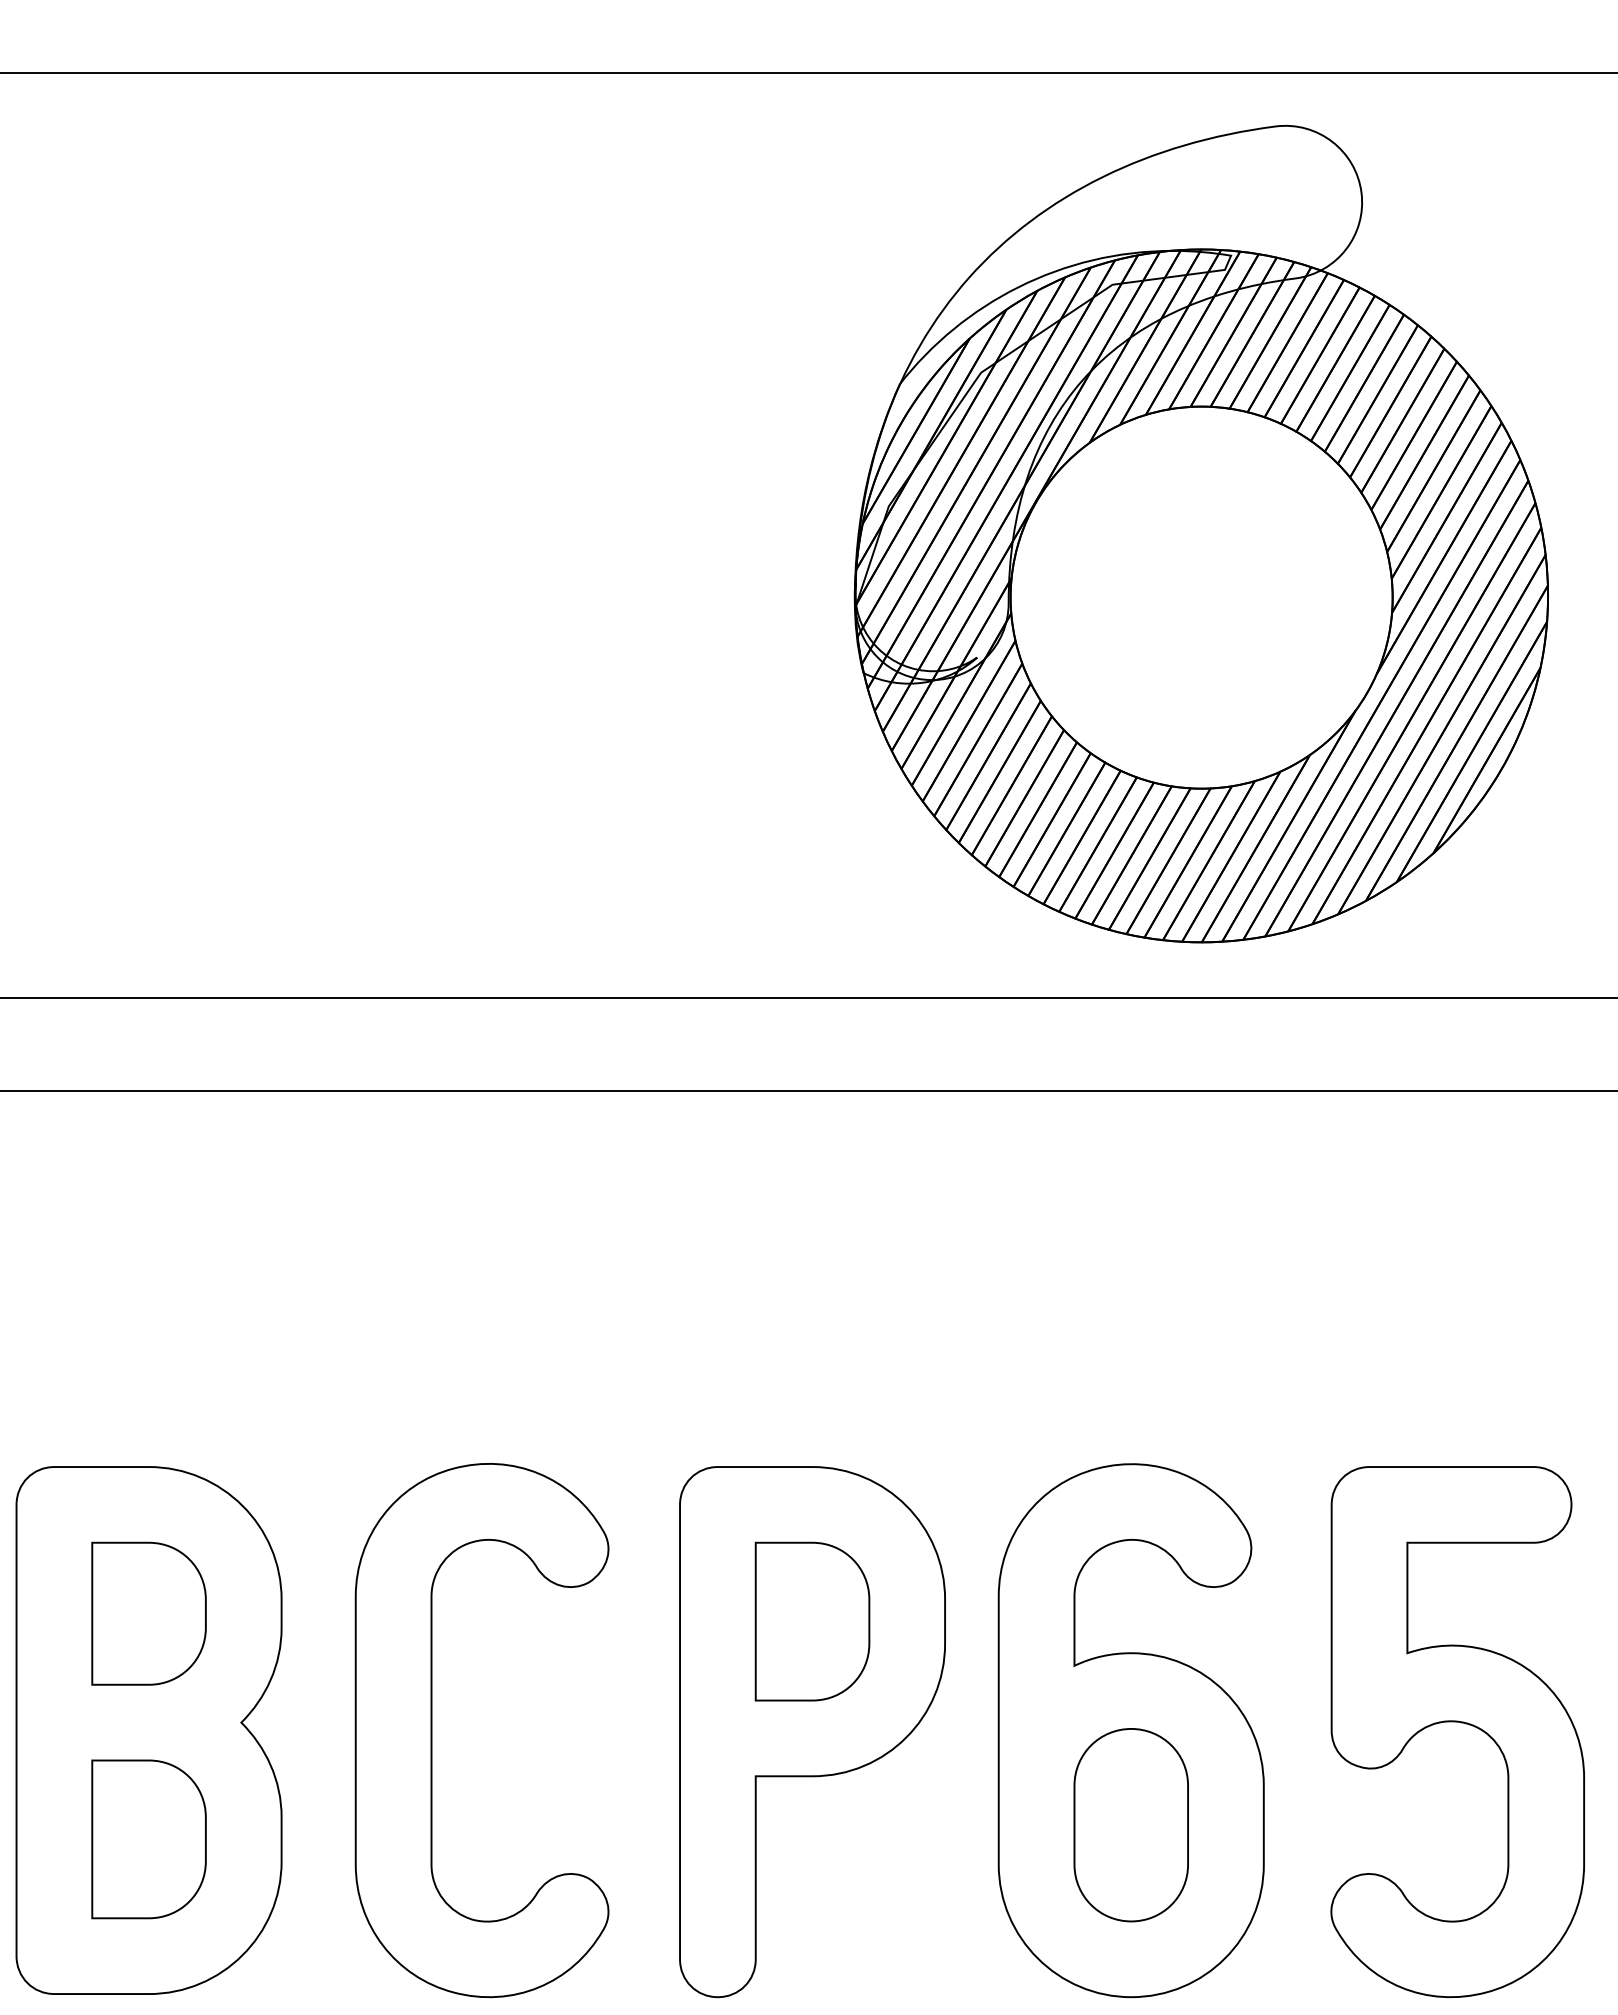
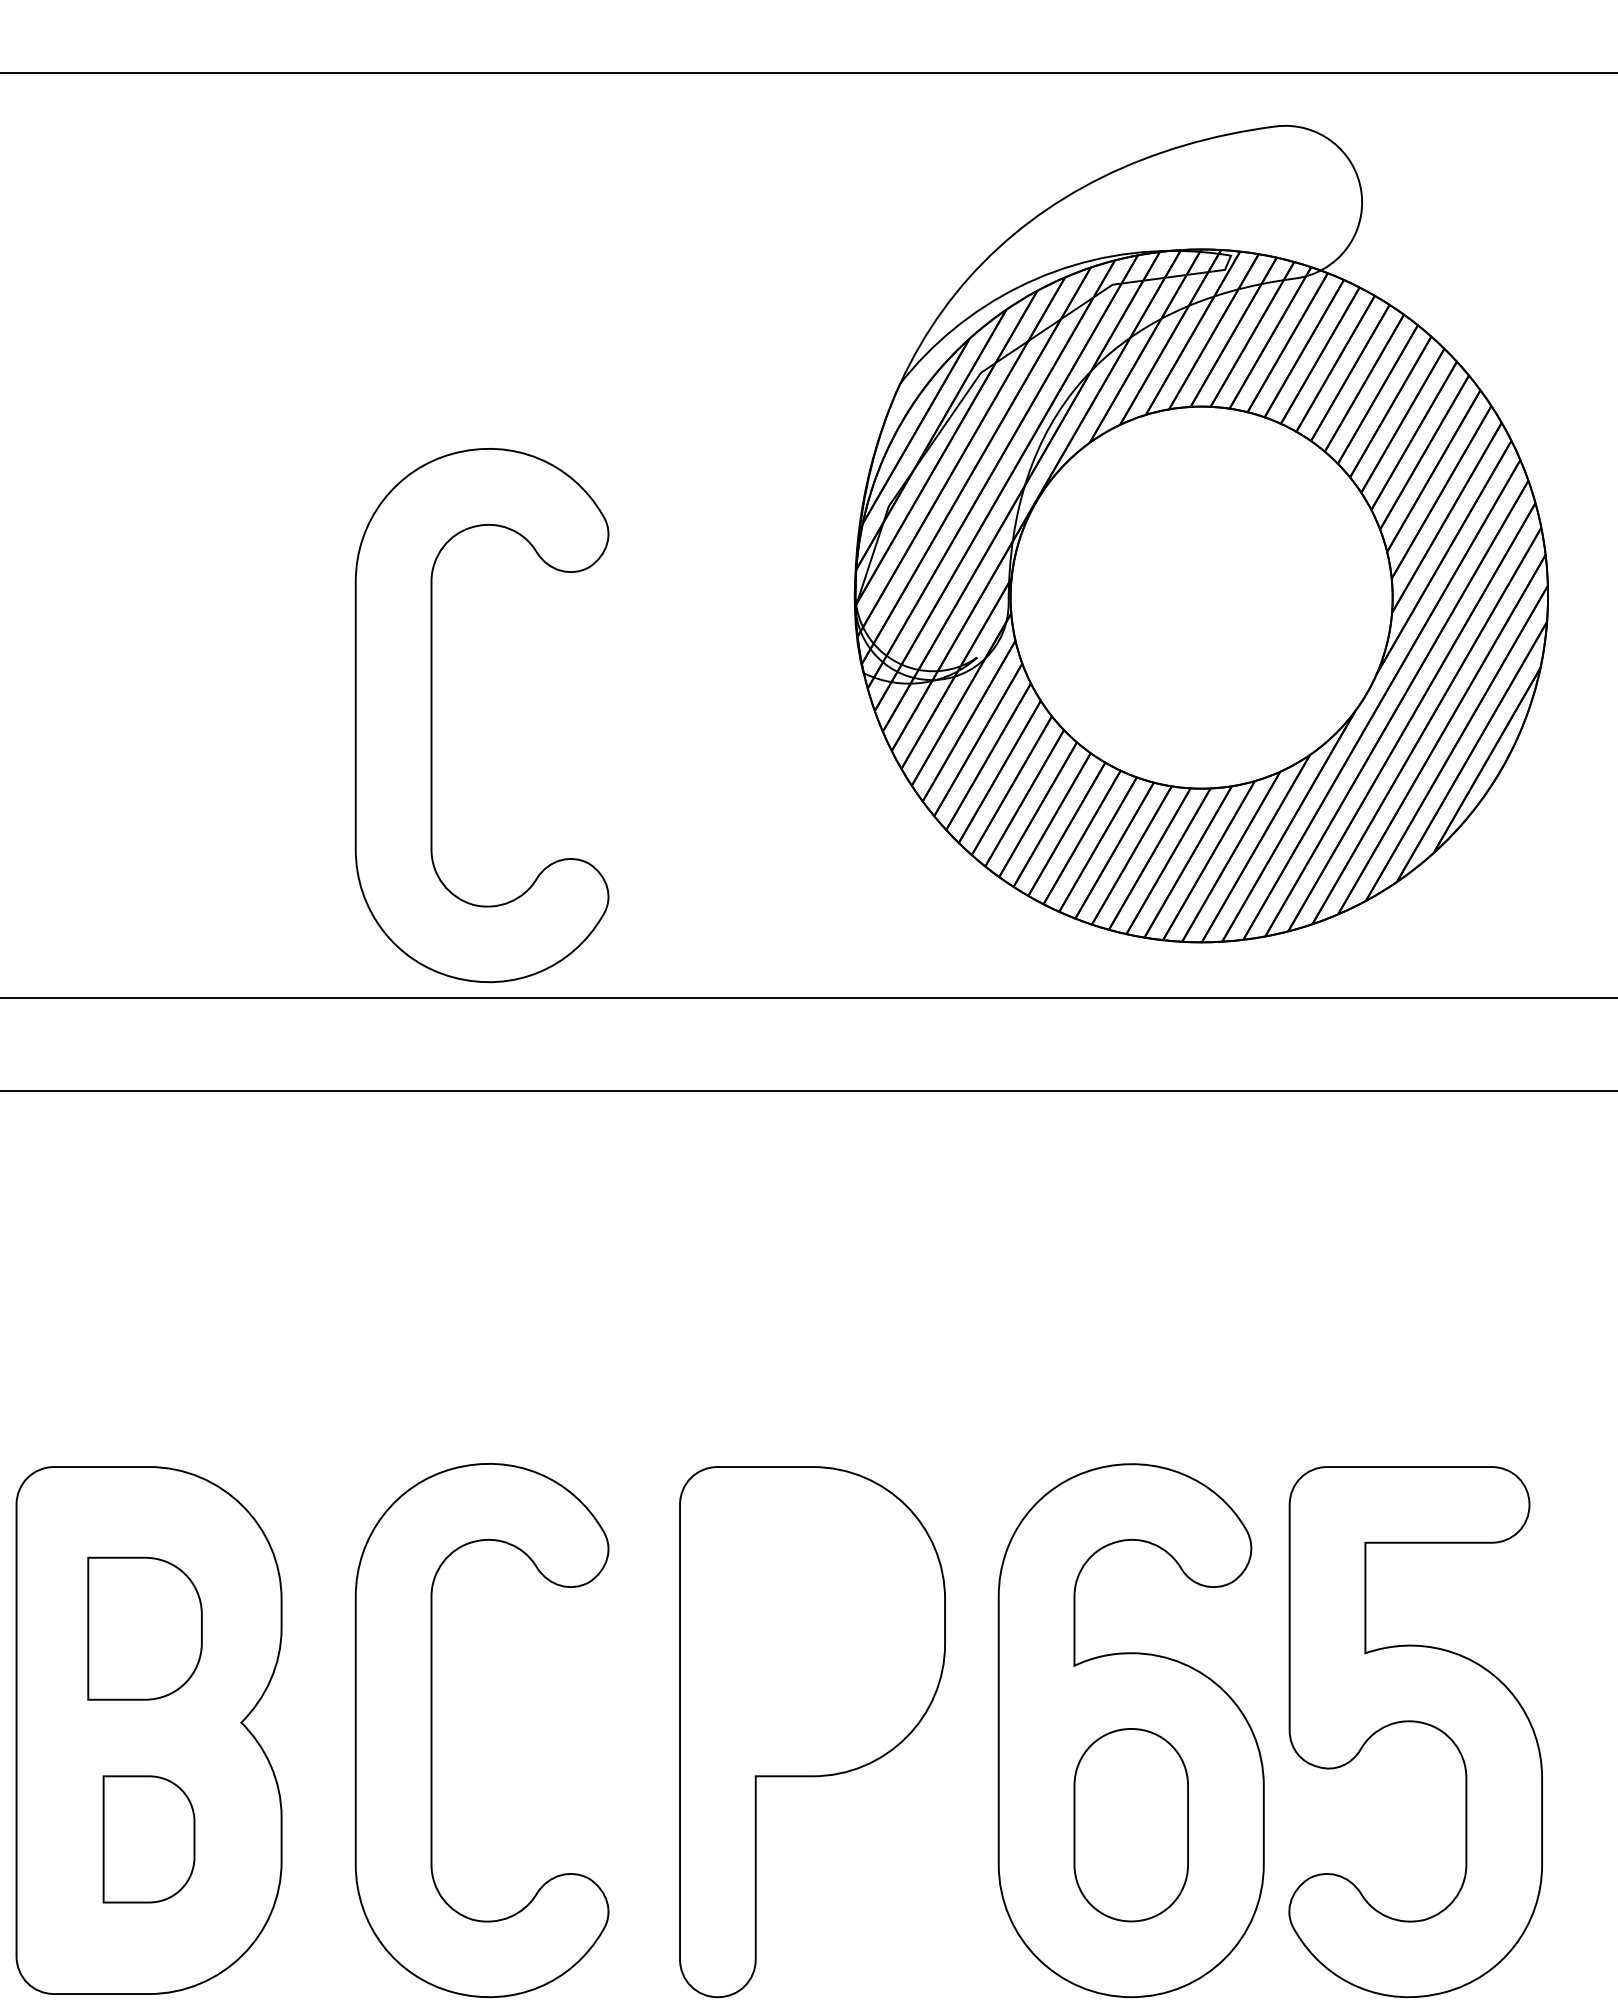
part at (432, 715): none -> present
part at (148, 1613) position: (148, 1613) -> (144, 1628)
part at (812, 1621): present -> none
part at (1461, 1723) position: (1461, 1723) -> (1419, 1723)
part at (148, 1839) size: 116x161 px -> 94x129 px
